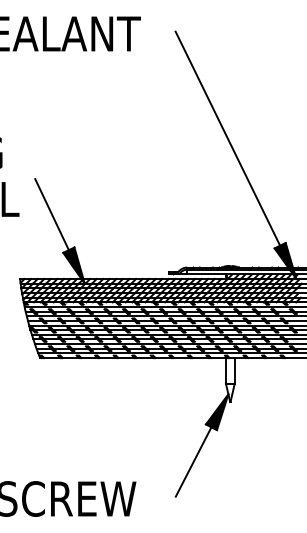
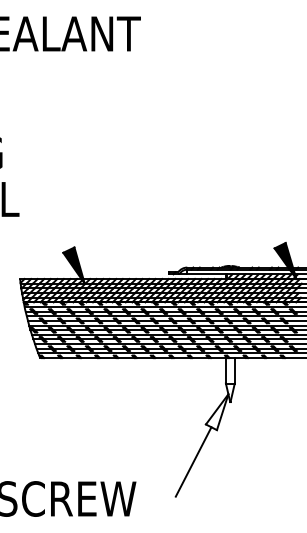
line at (227, 138): present -> none
line at (51, 214): present -> none
fill at (216, 412): present -> none
